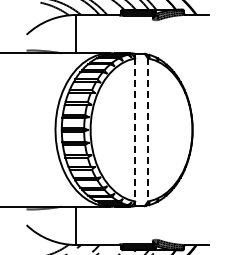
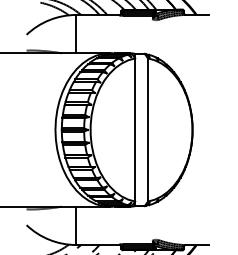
line at (135, 130): dashed -> solid
line at (147, 130): dashed -> solid
